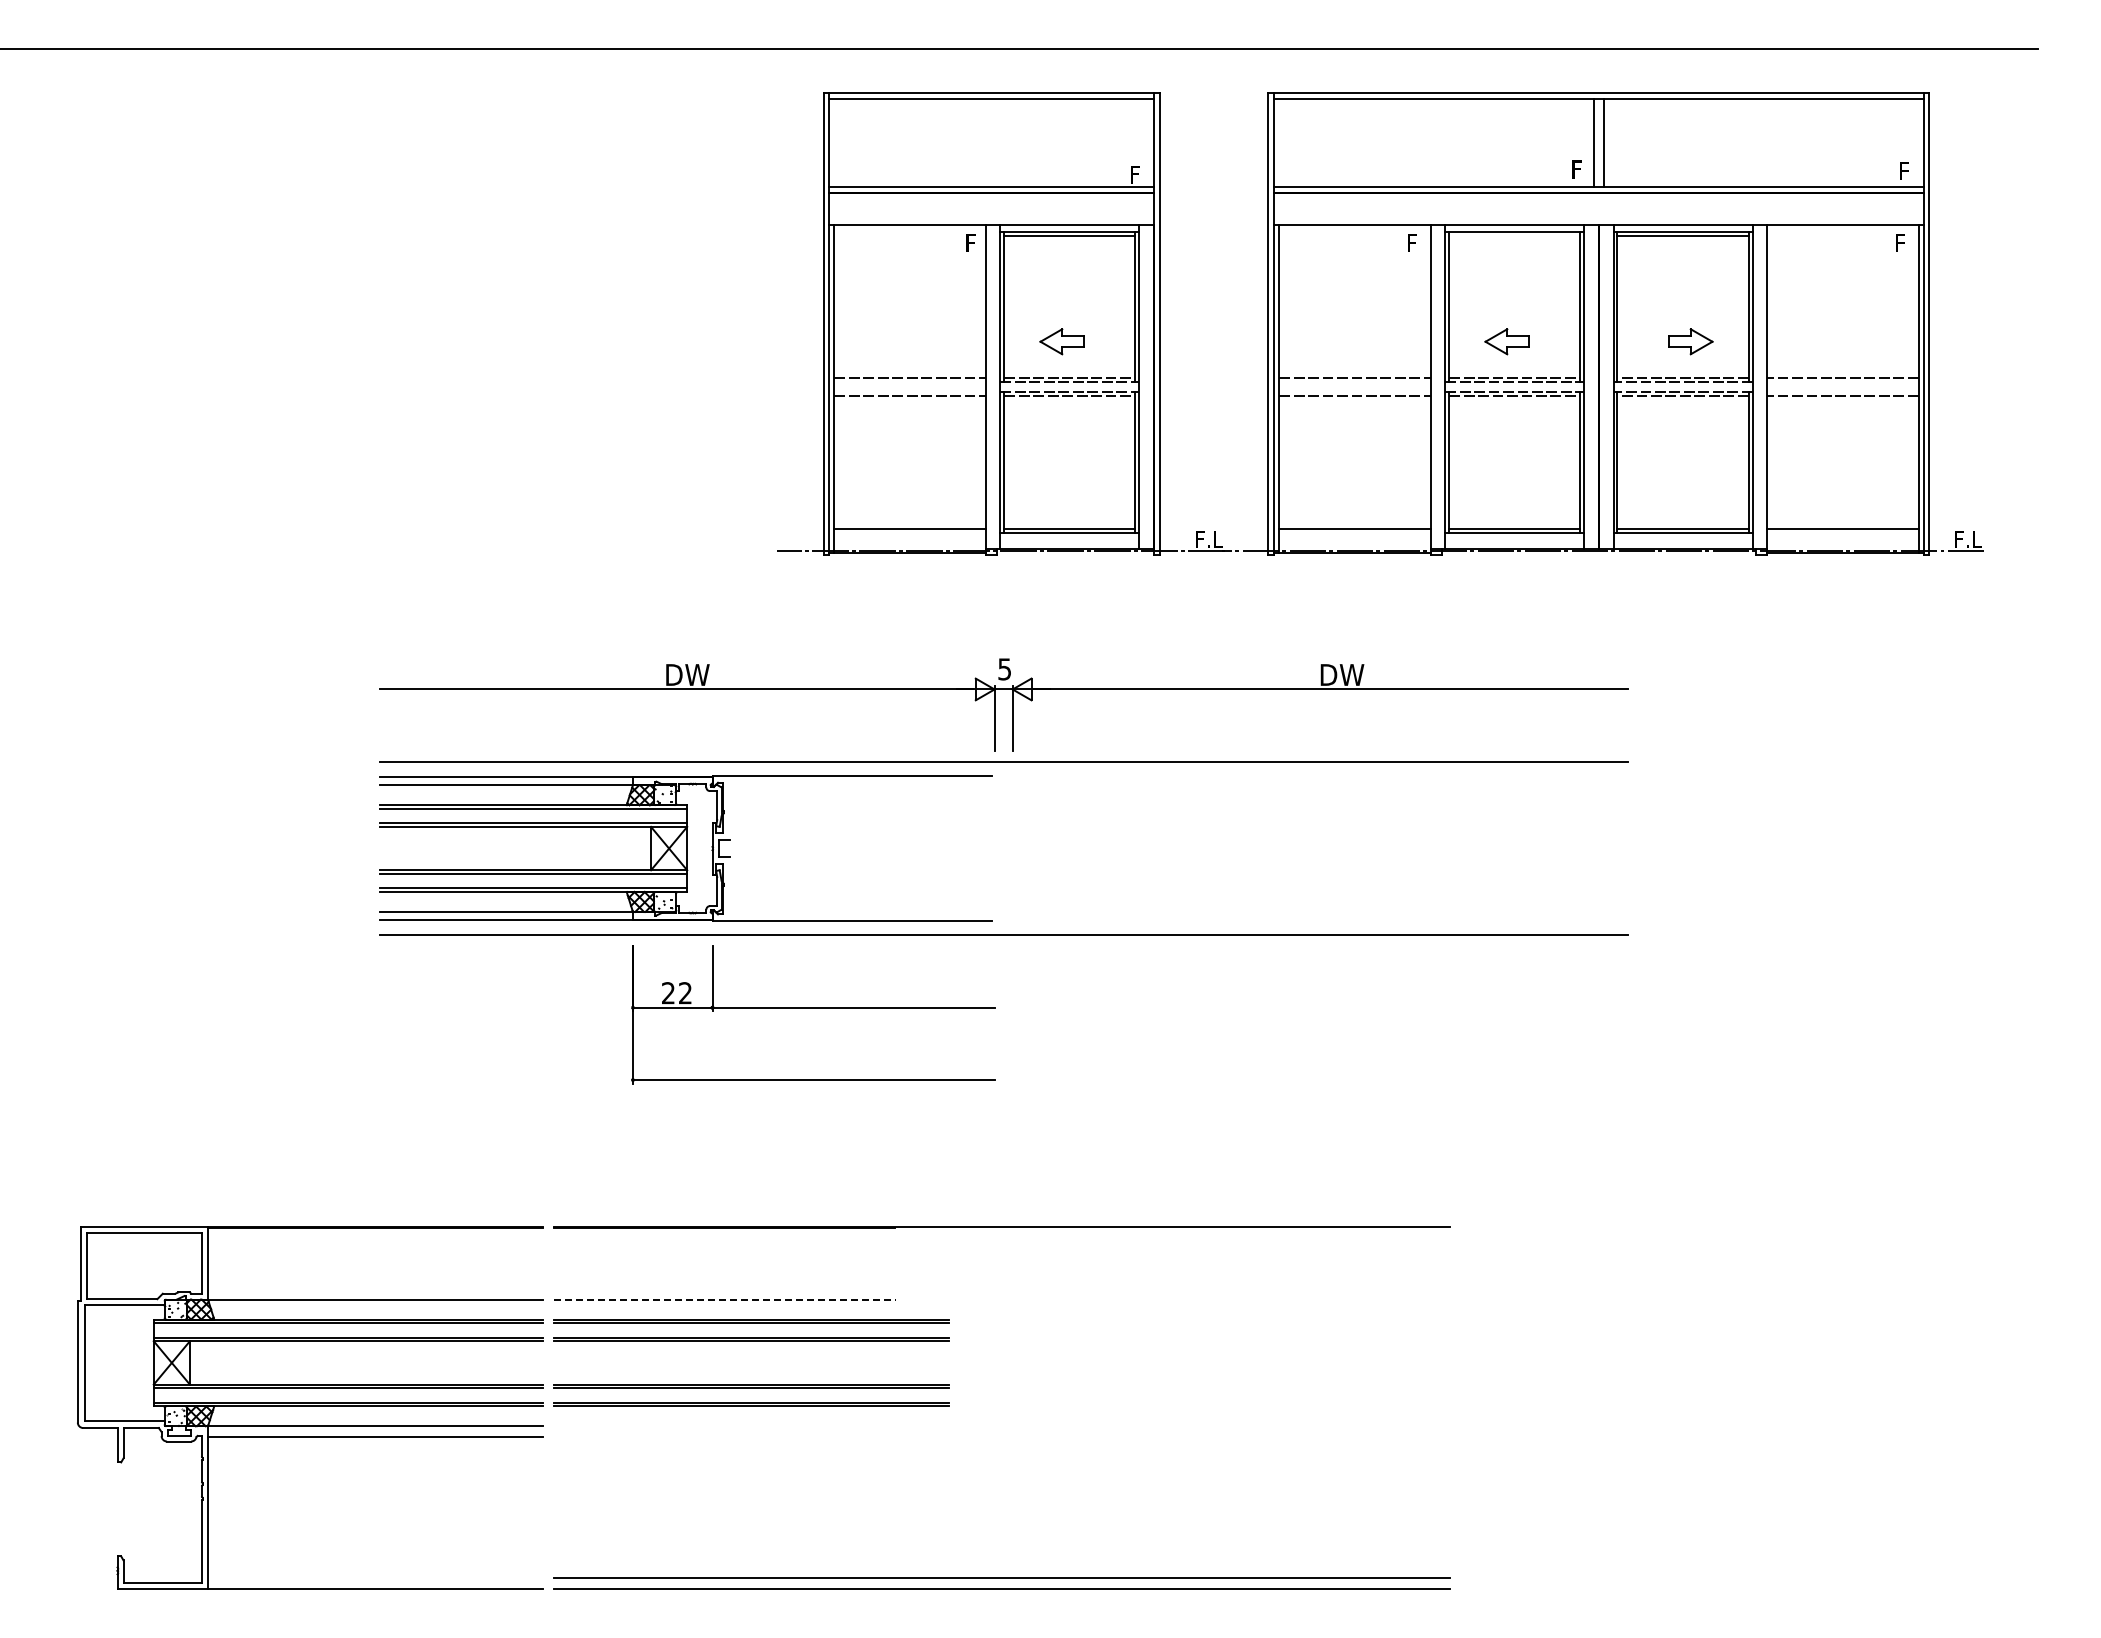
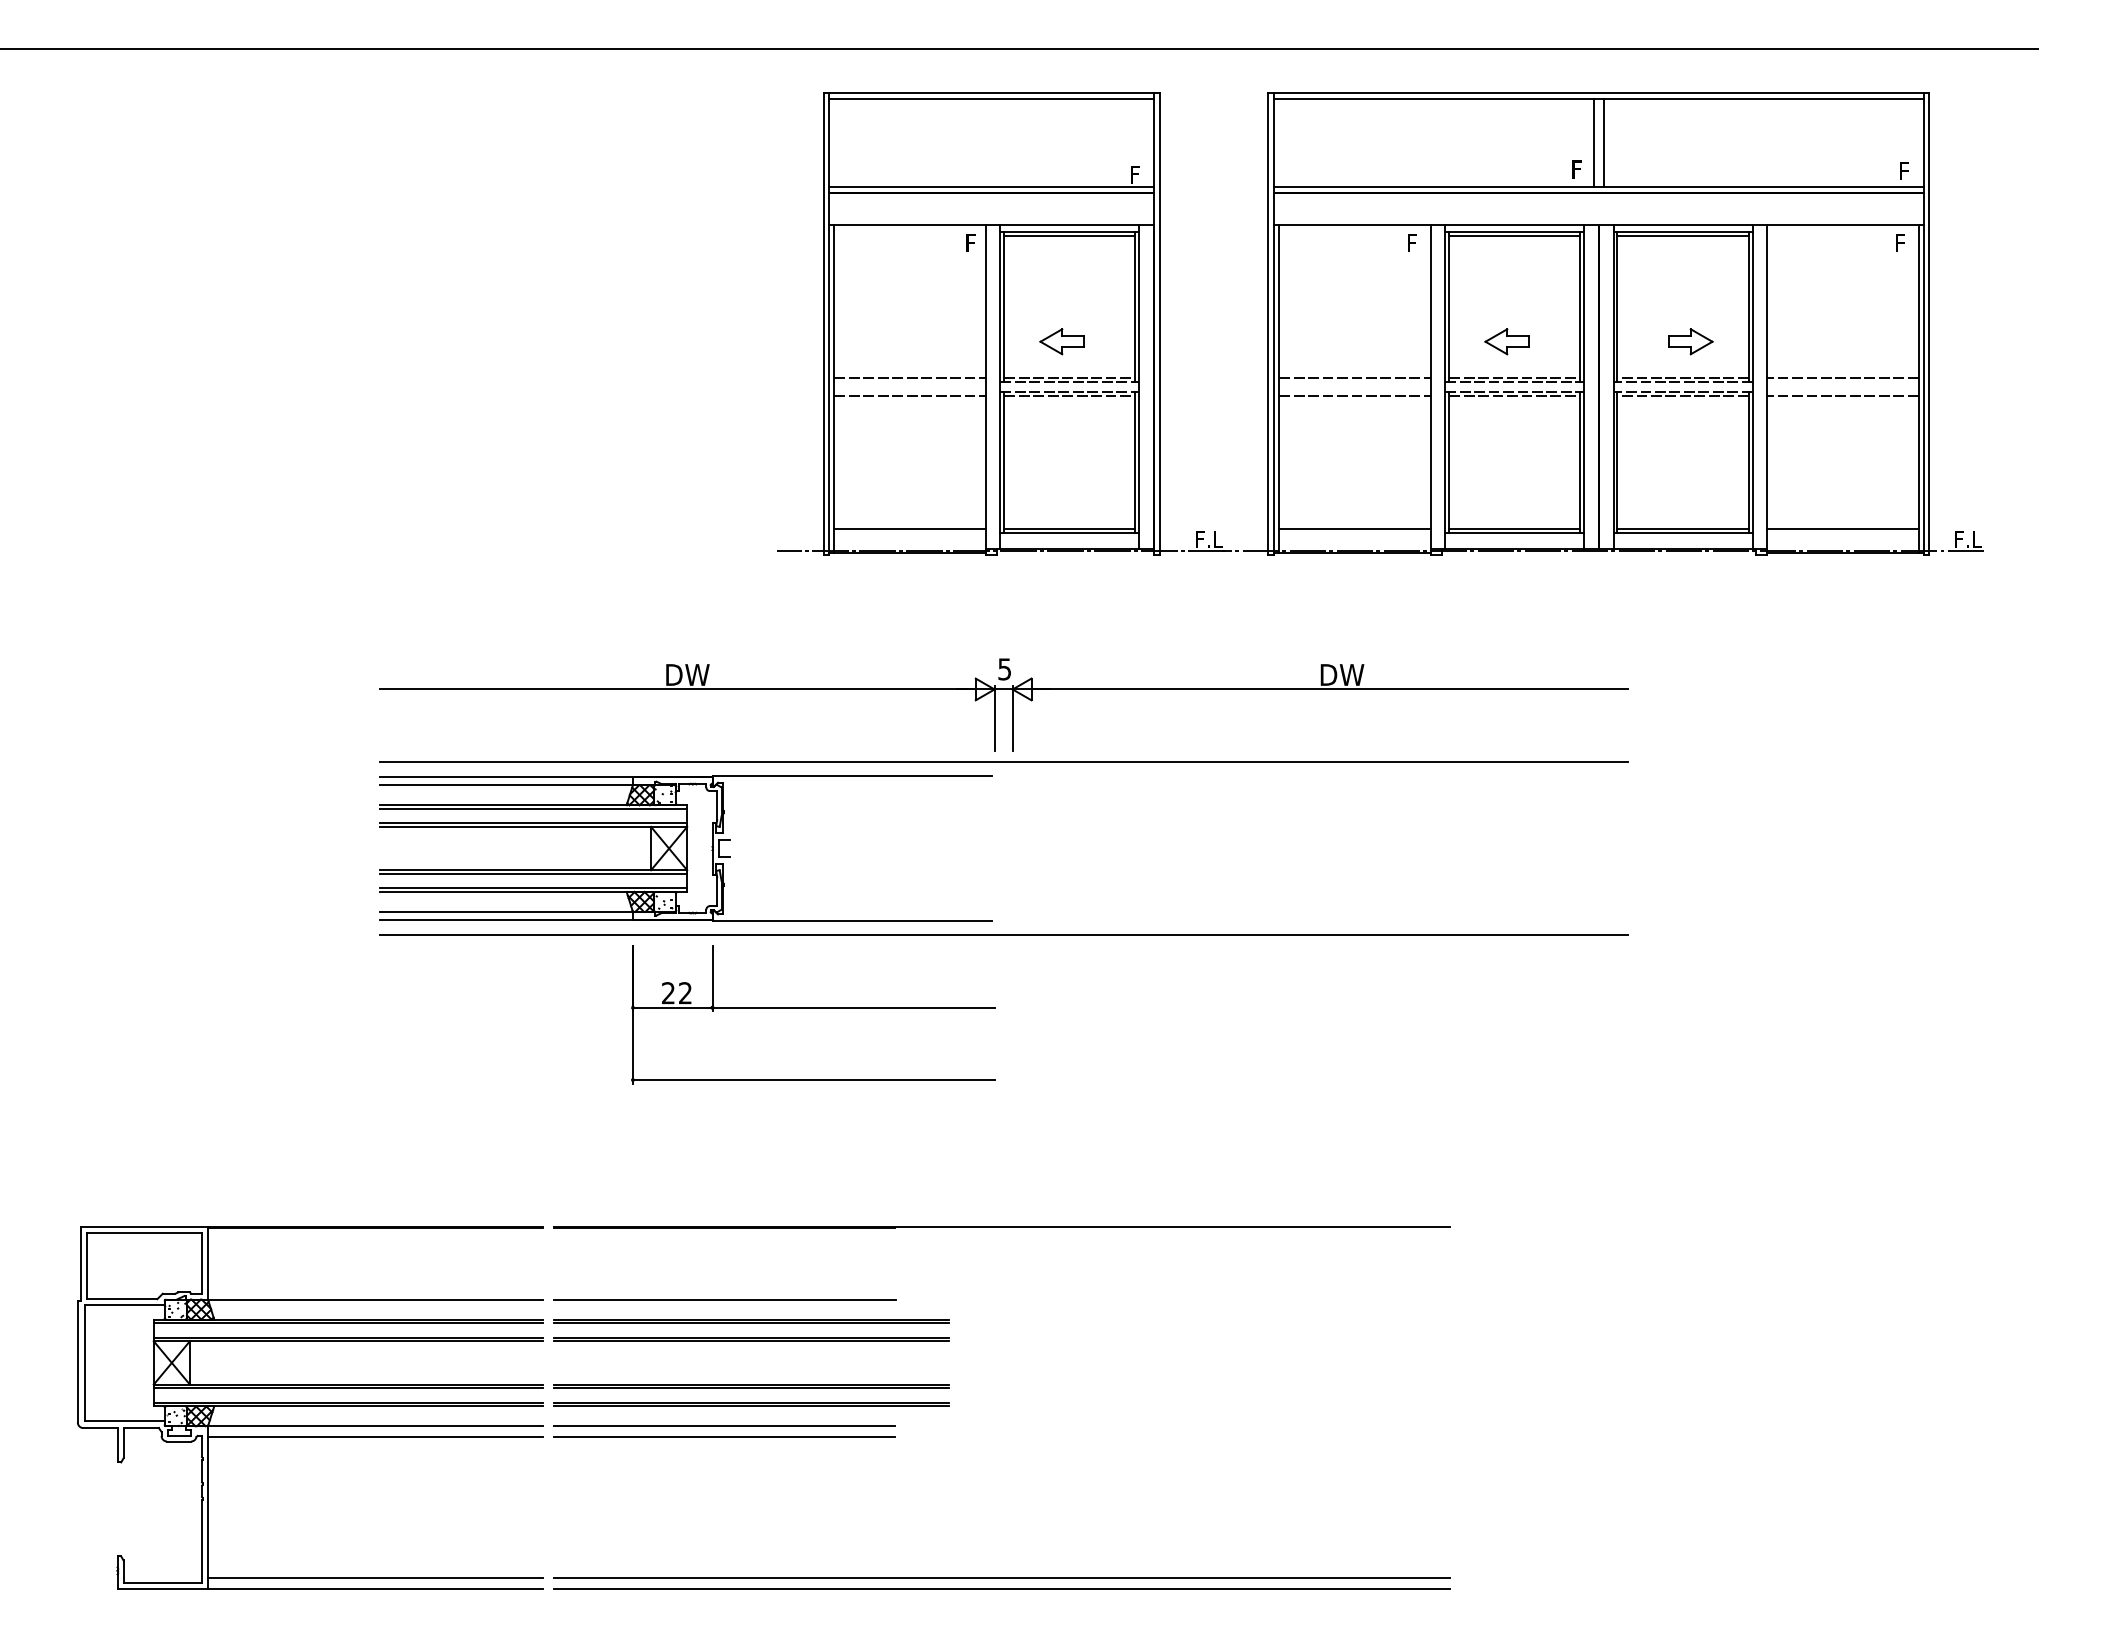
line at (1514, 236): none -> present
line at (724, 1299): dashed -> solid
line at (724, 1426): none -> present
line at (724, 1436): none -> present
line at (375, 1578): none -> present
